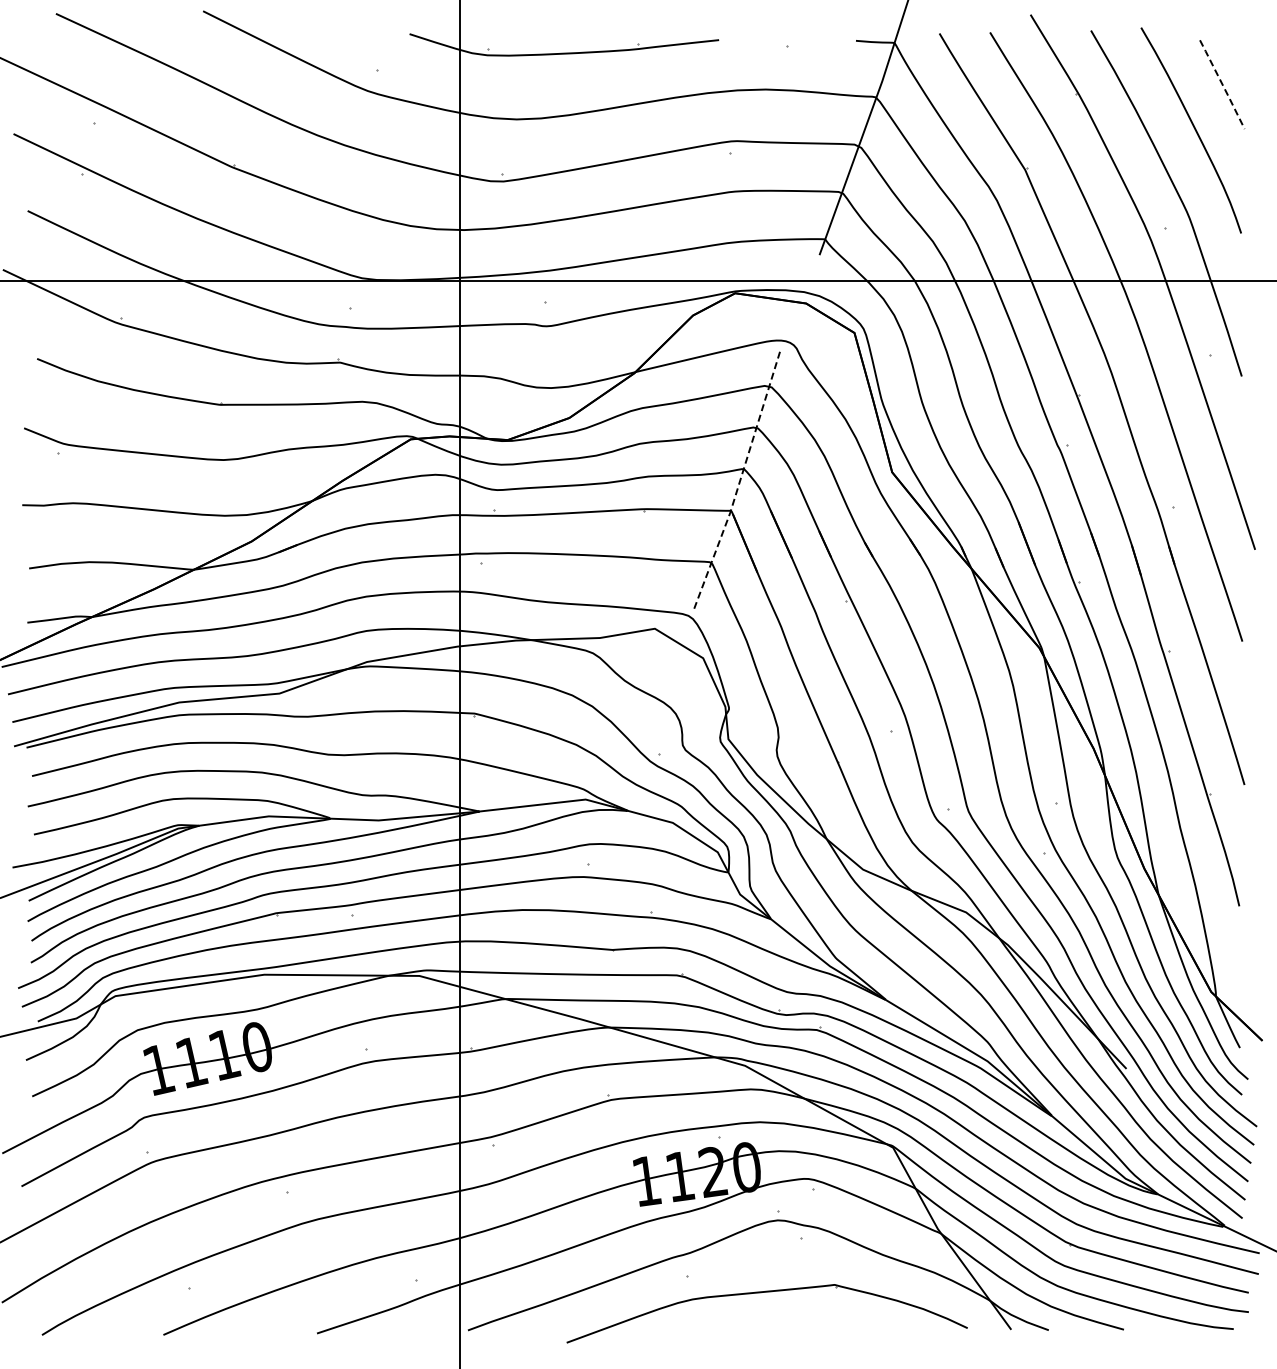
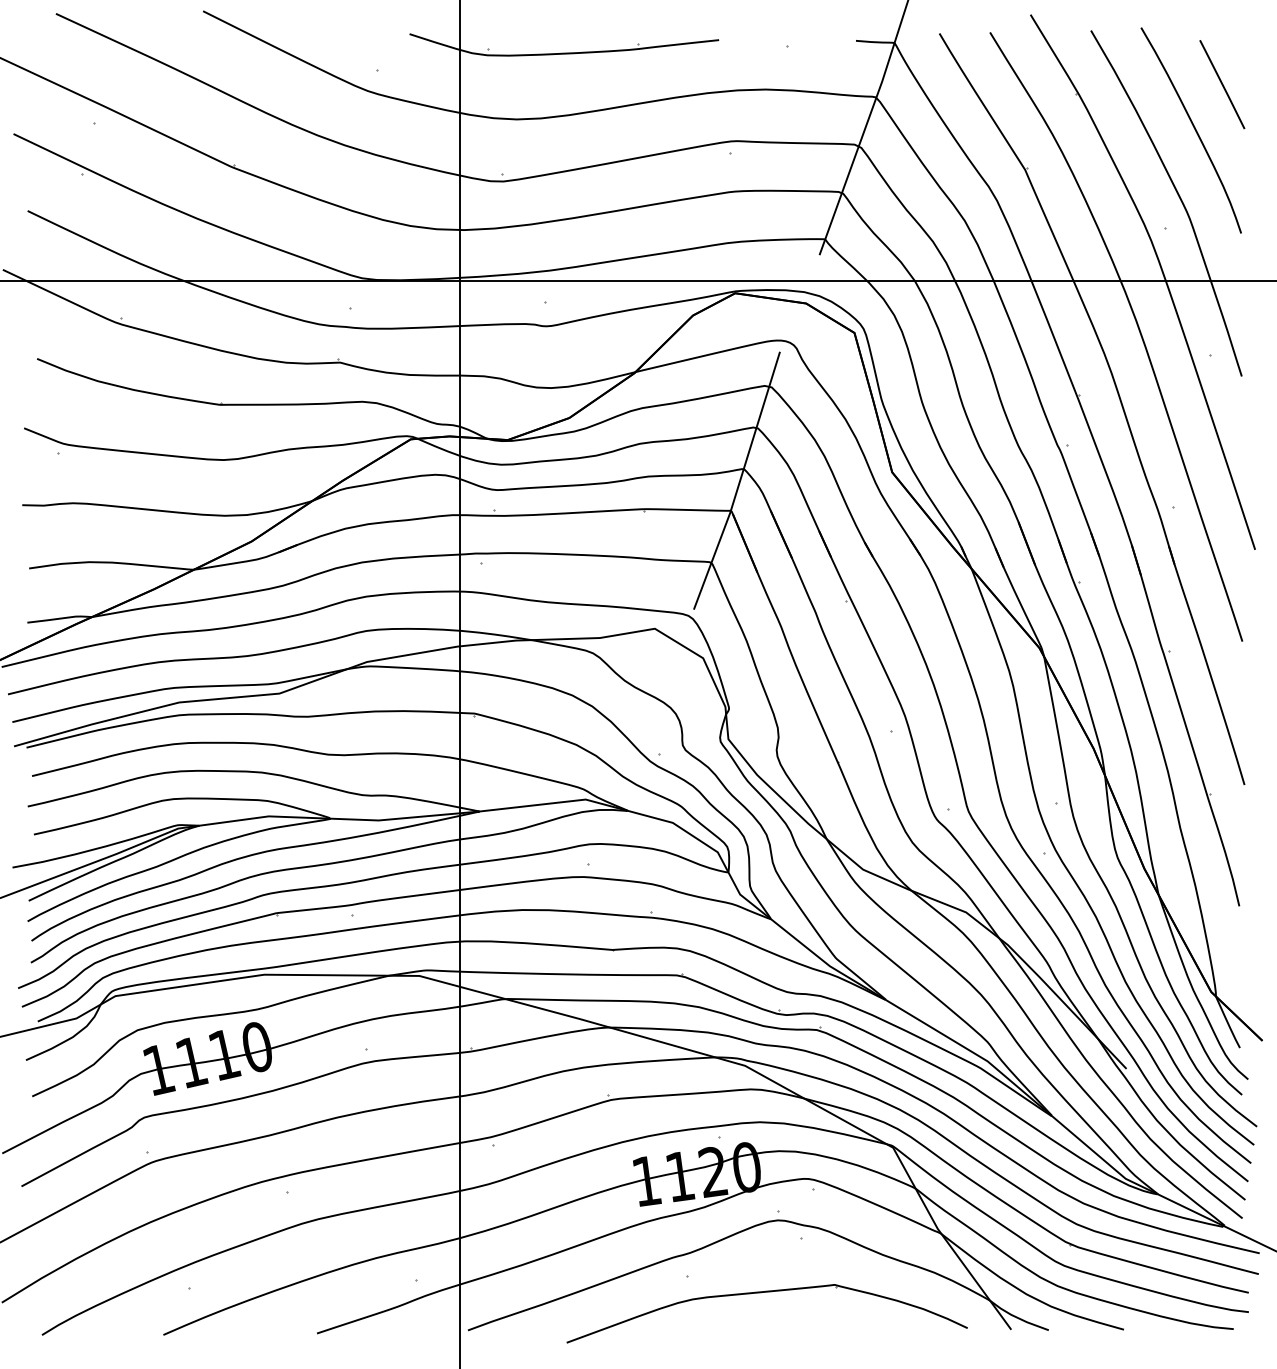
line at (1222, 85): dashed -> solid
line at (739, 482): dashed -> solid
